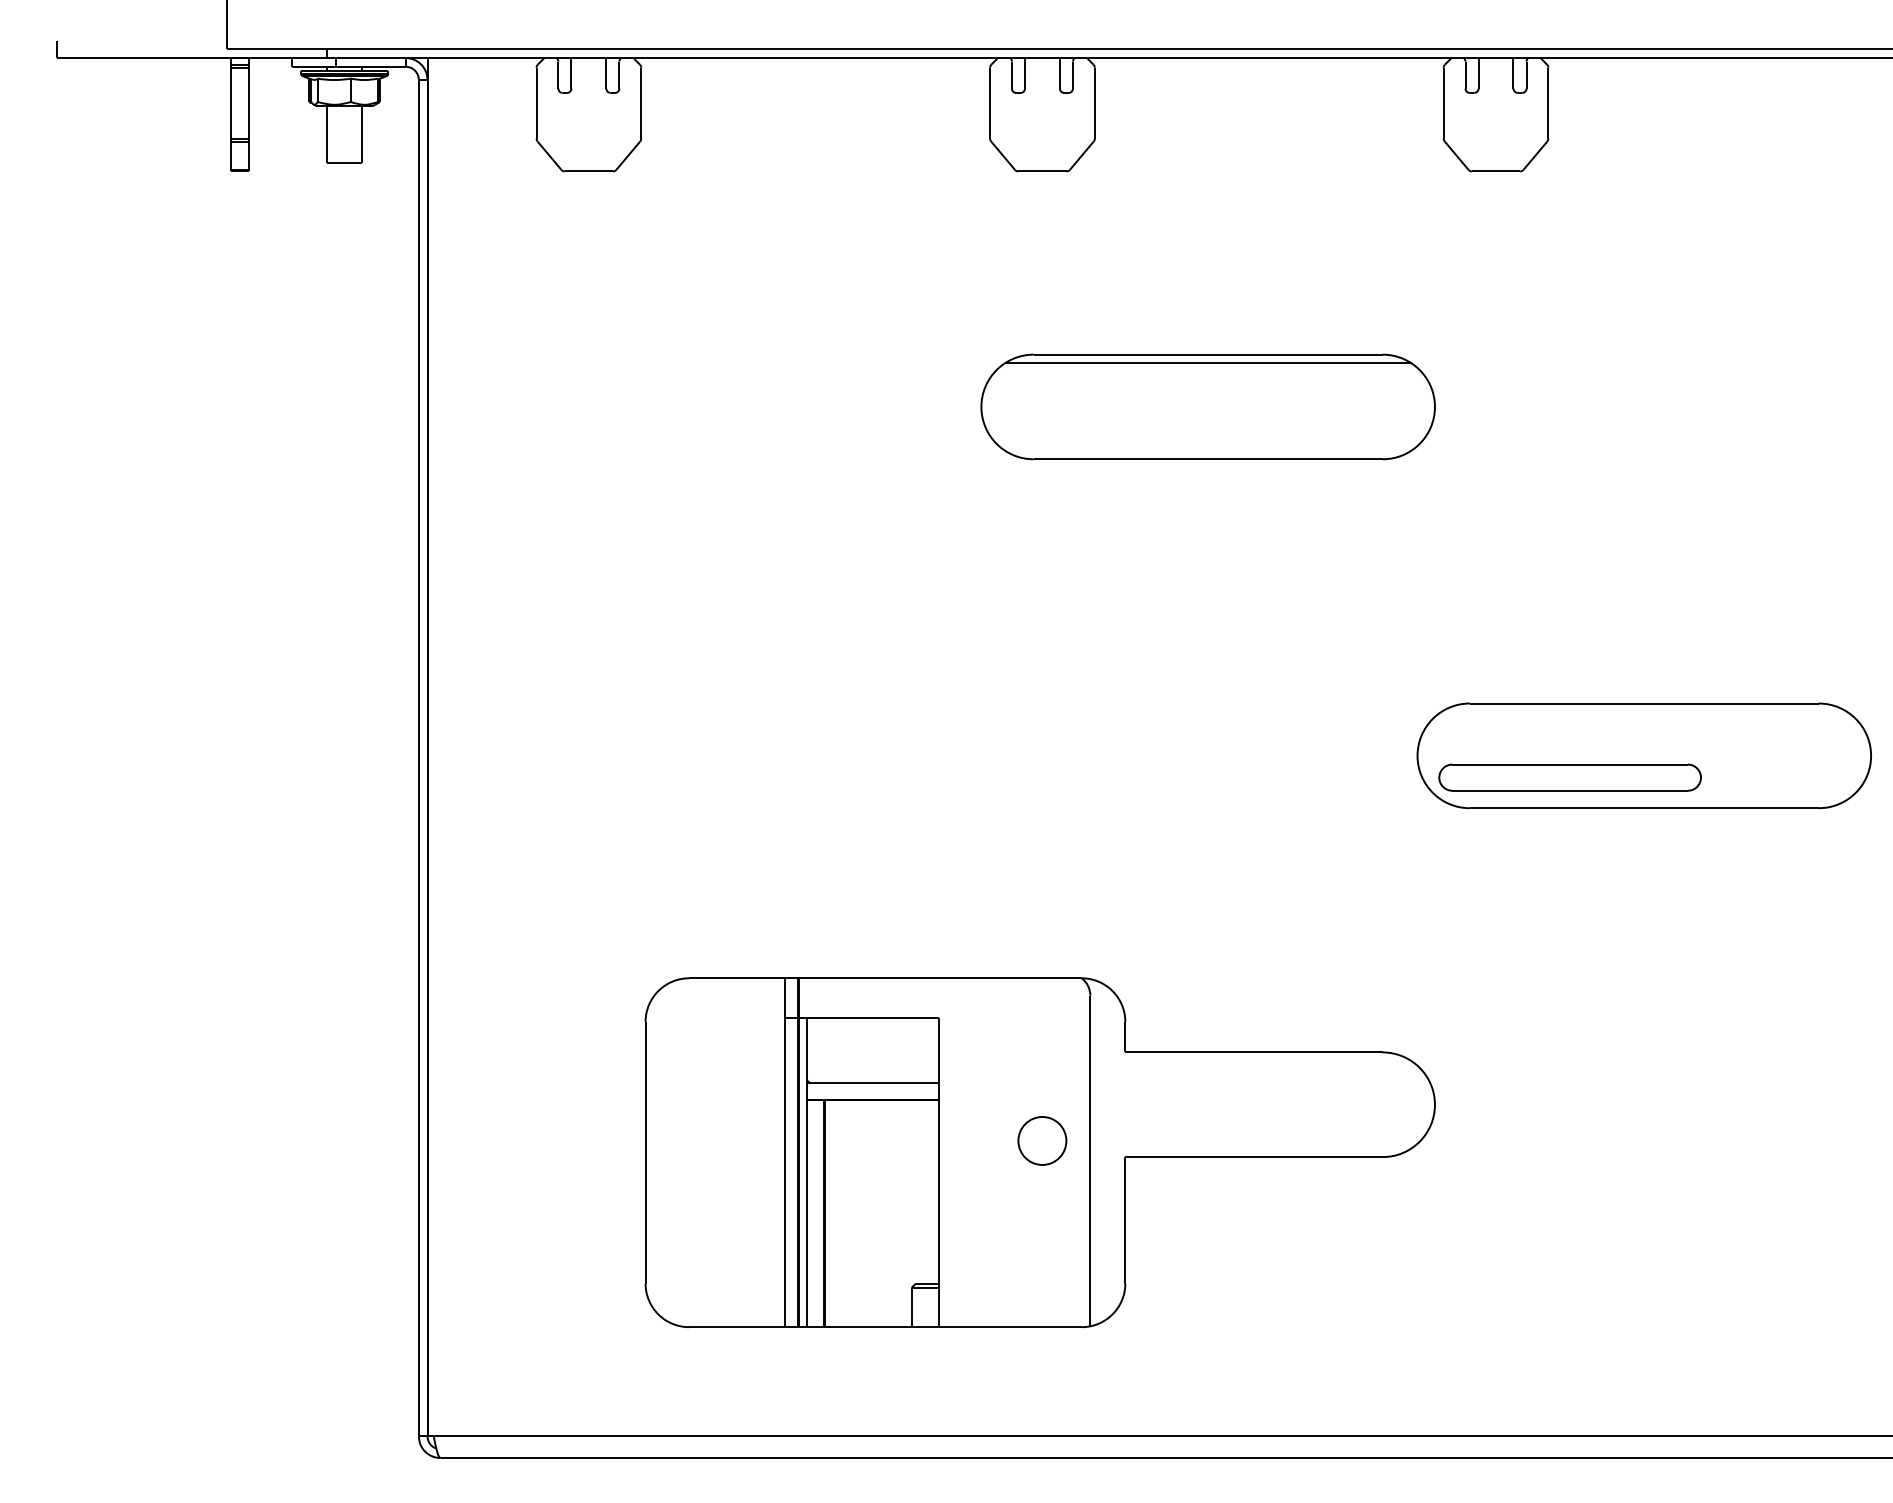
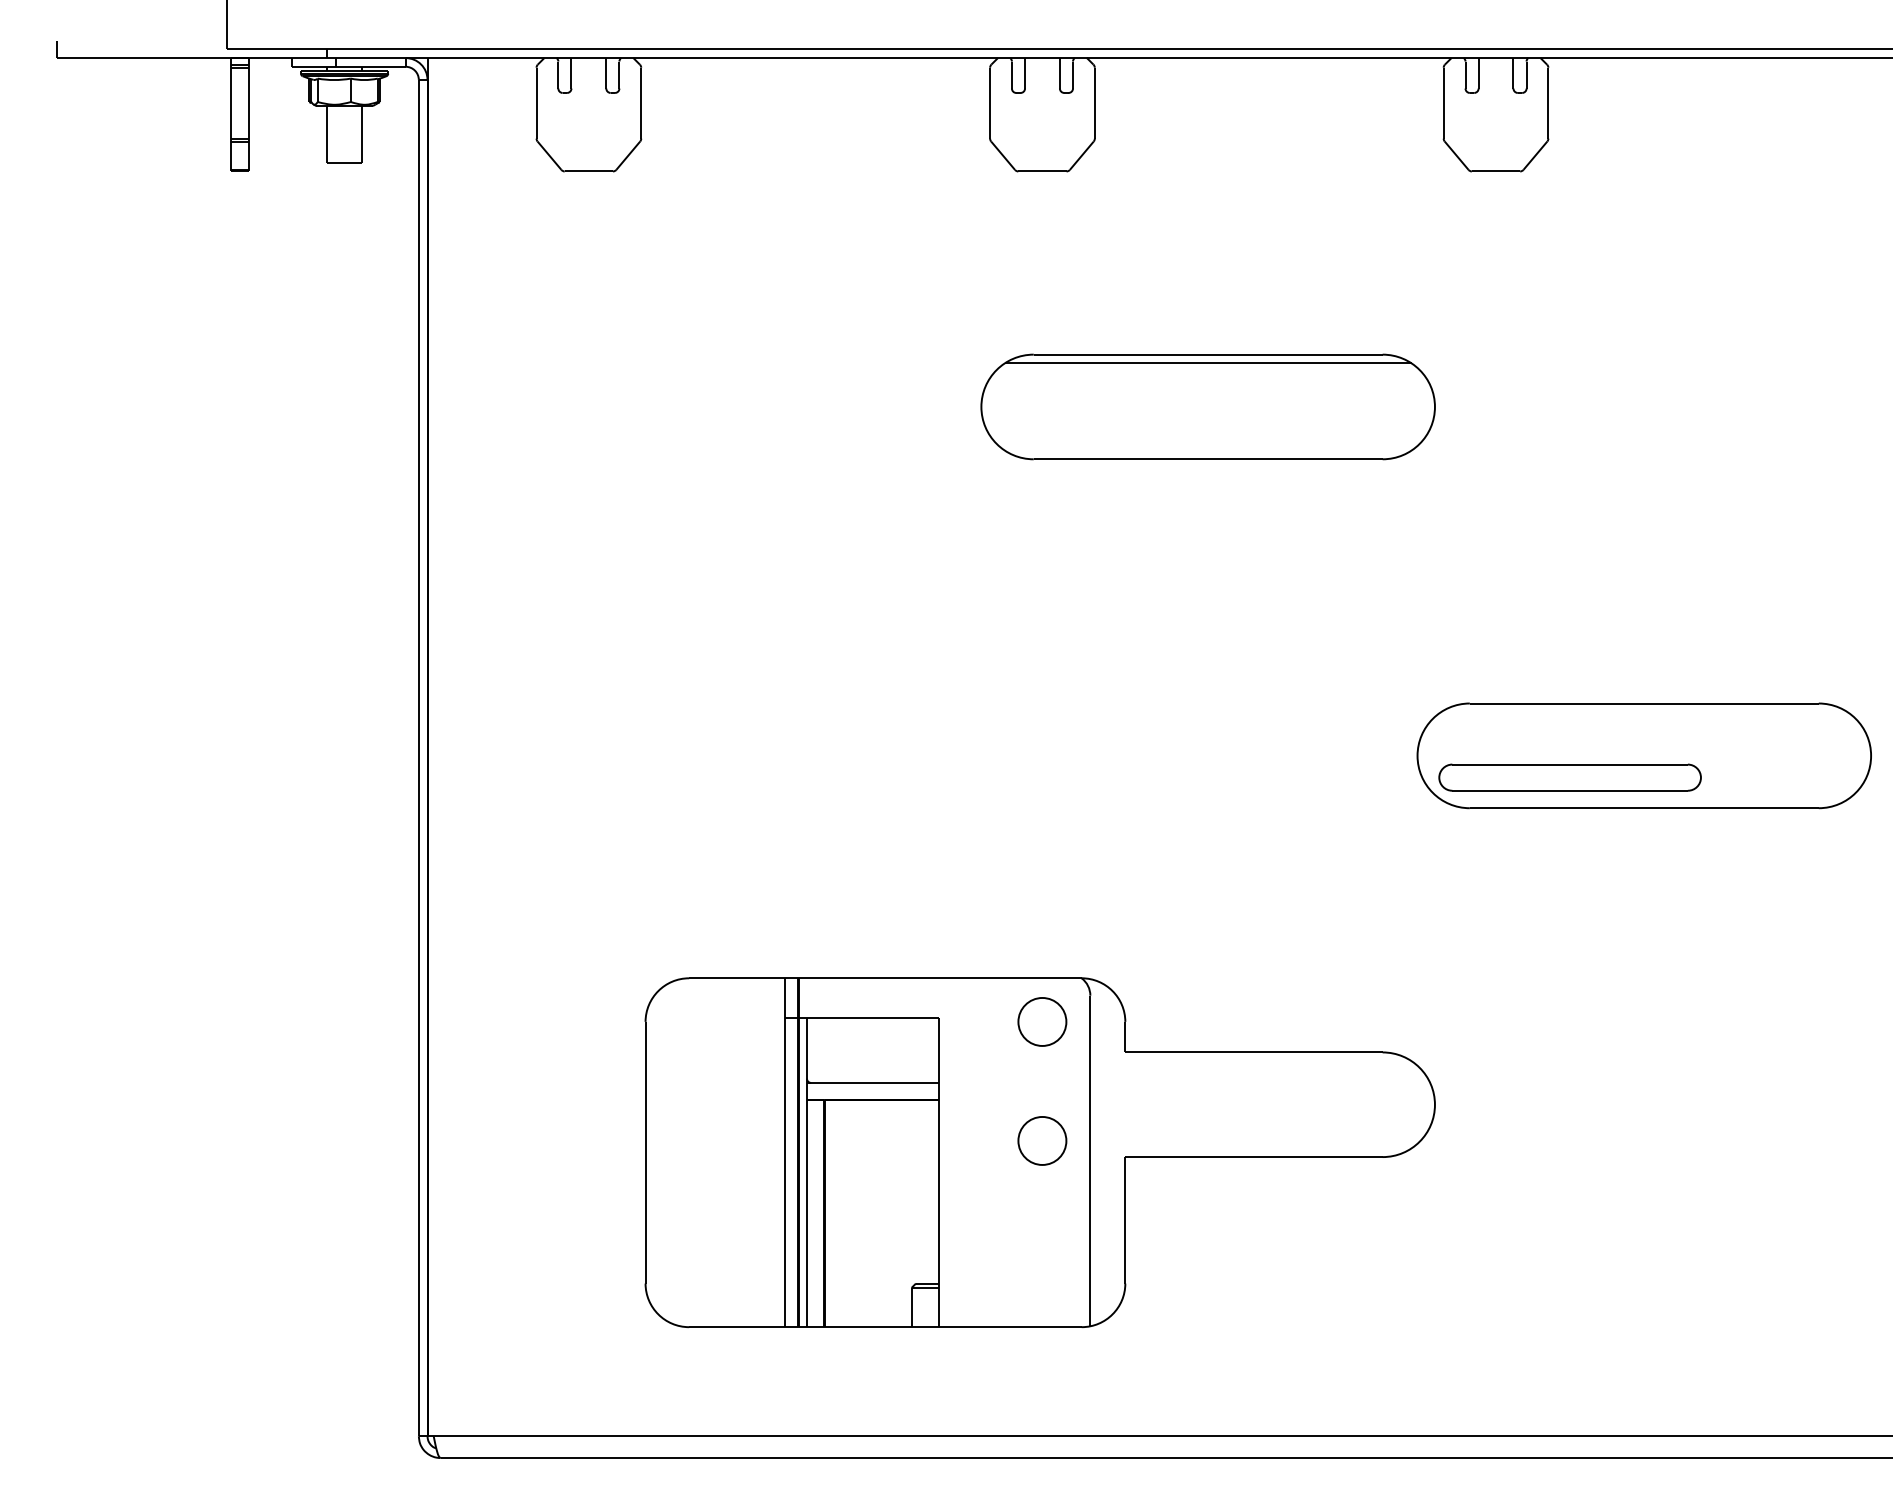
part at (1042, 1021): none -> present
